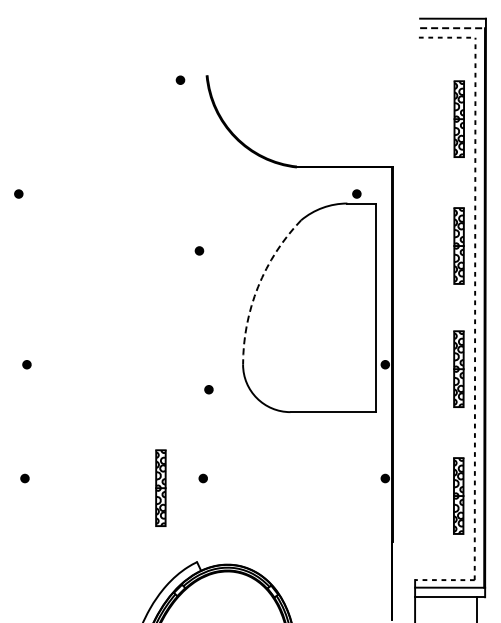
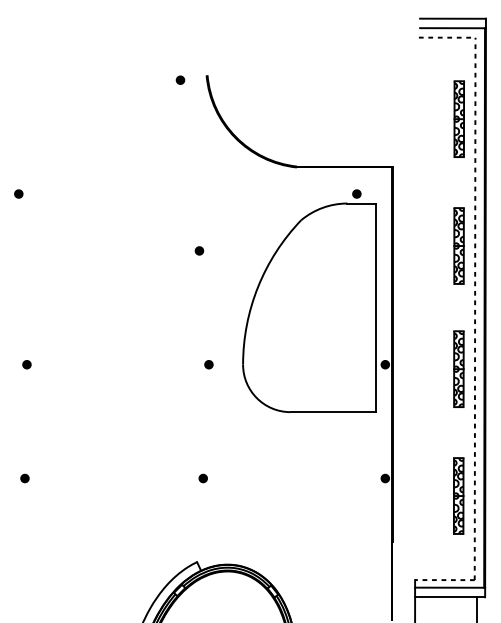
line at (453, 28): dashed -> solid
arc at (258, 286): dashed -> solid
part at (208, 389) position: (208, 389) -> (208, 364)
part at (160, 487): present -> none
